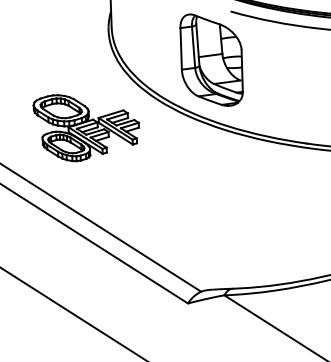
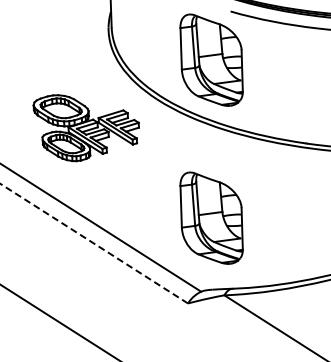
part at (211, 217): none -> present
line at (93, 243): solid -> dashed
line at (72, 313) position: (72, 313) -> (59, 321)
